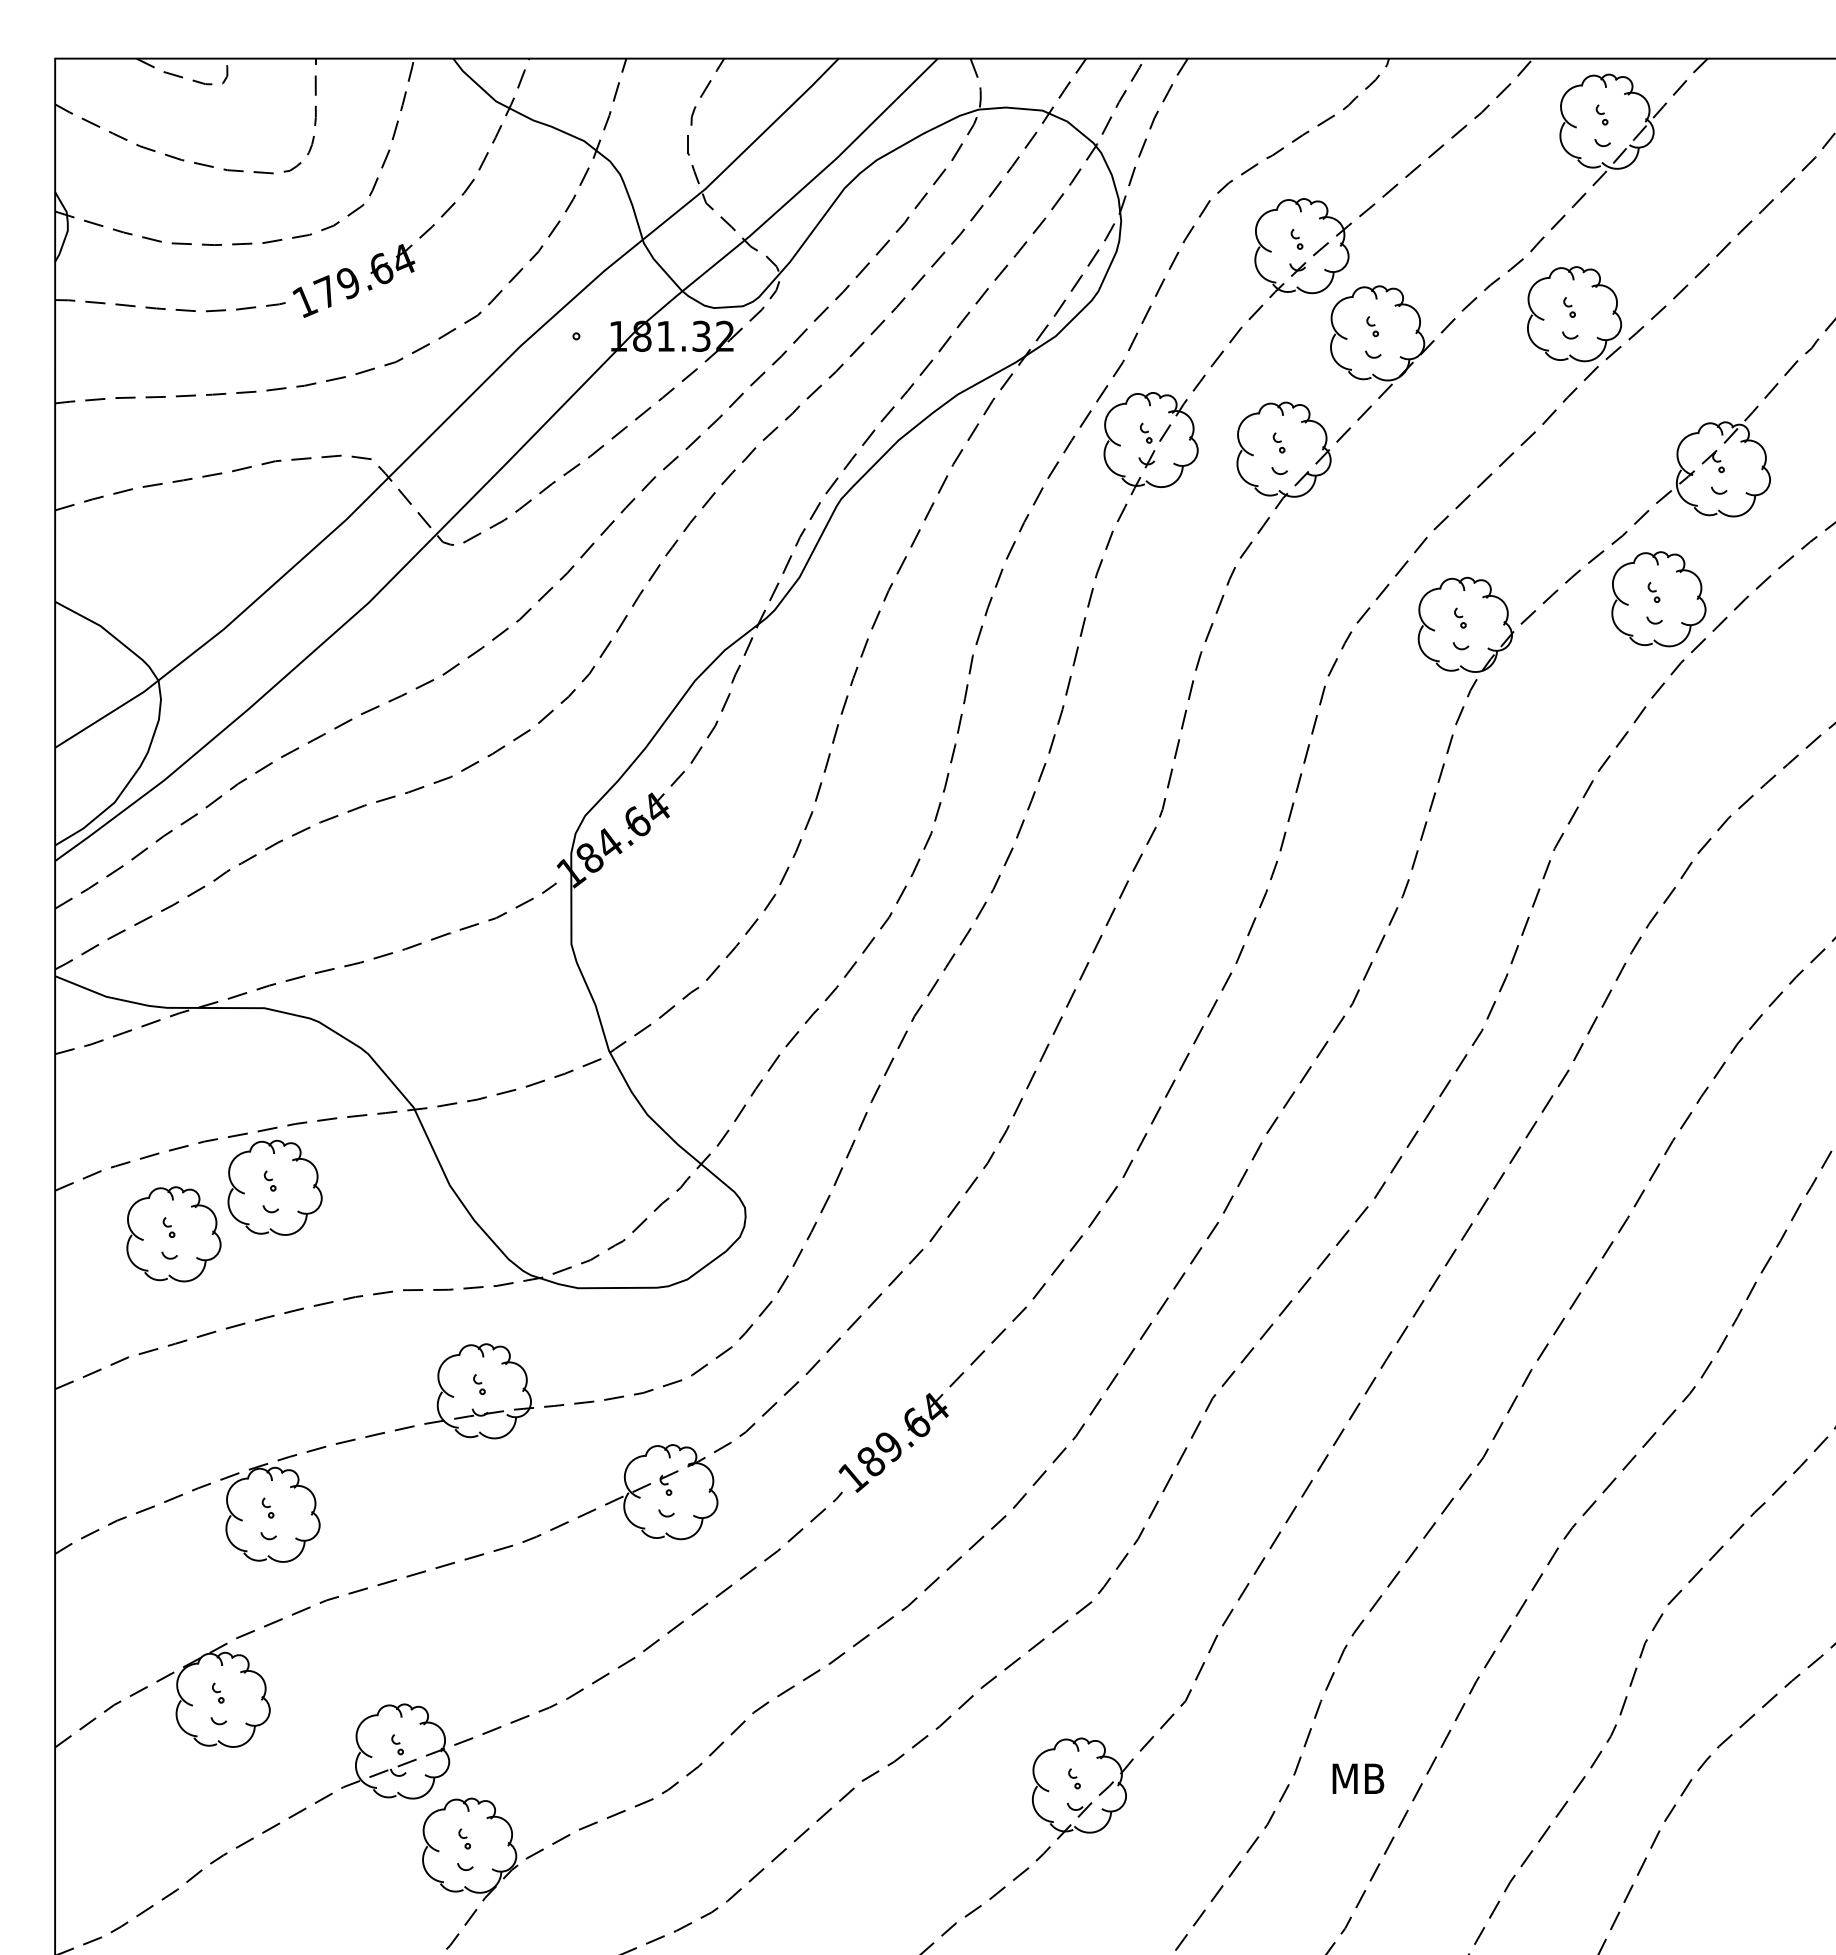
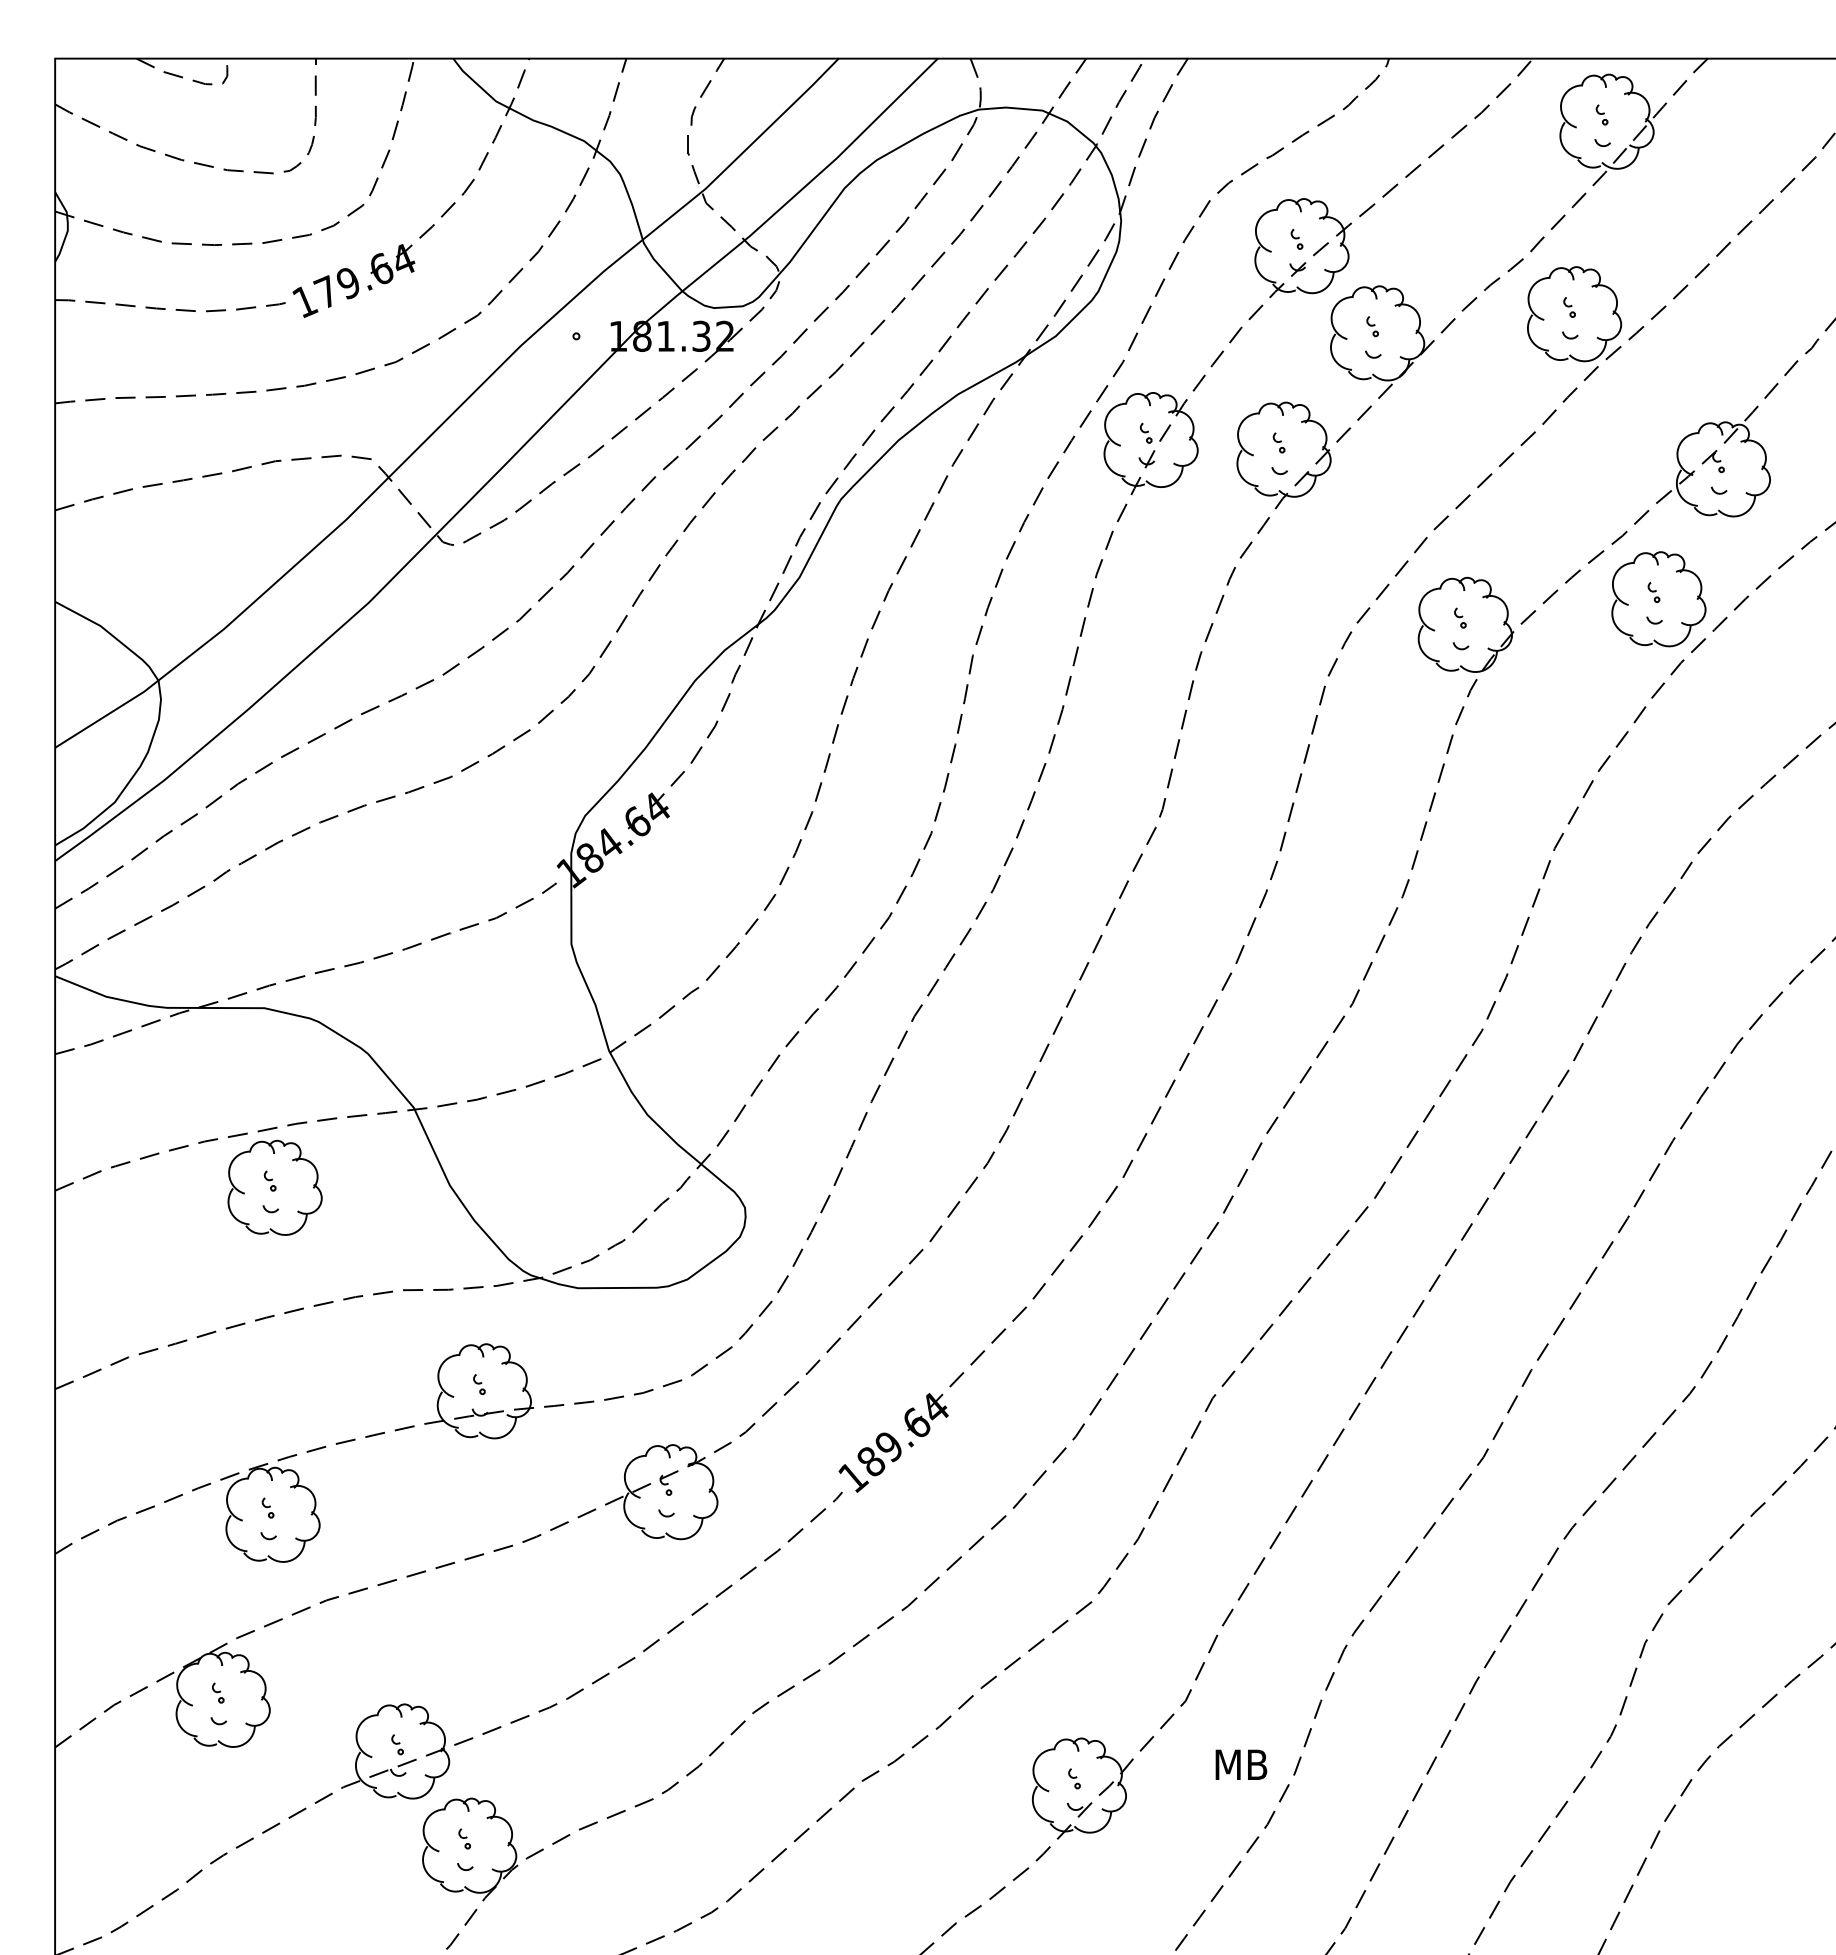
part at (173, 1234): present -> none
text at (1358, 1778) position: (1358, 1778) -> (1241, 1764)
